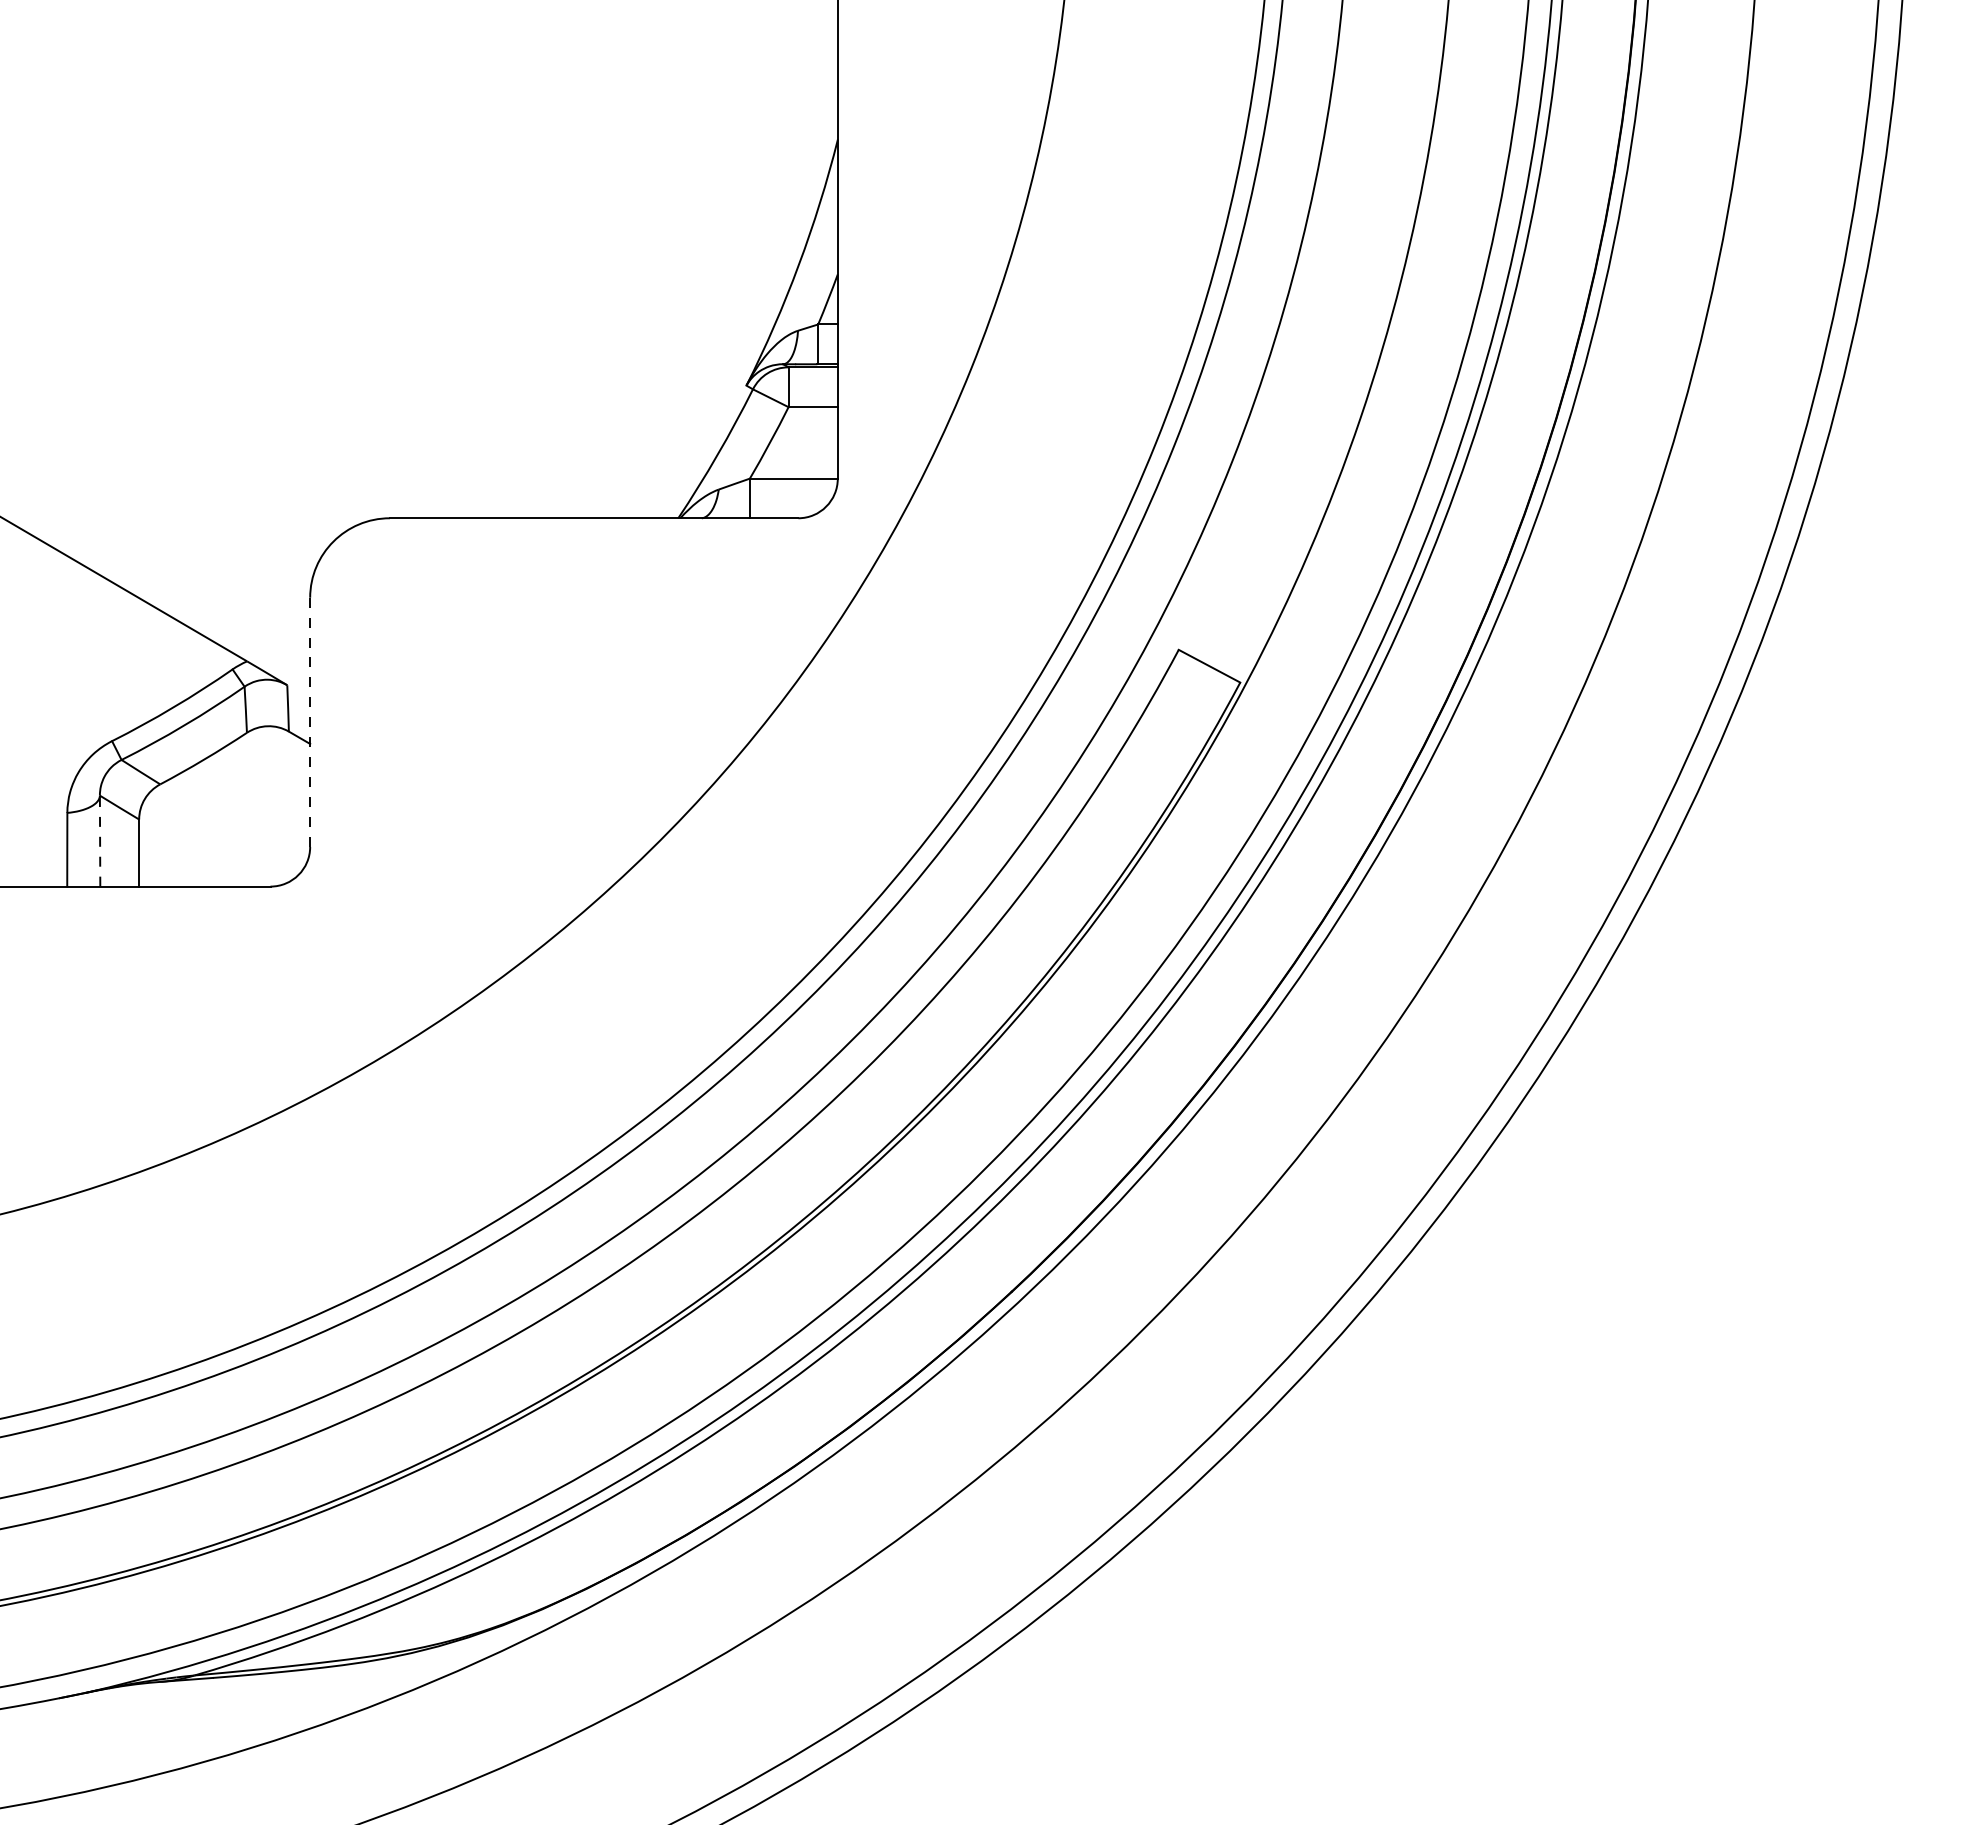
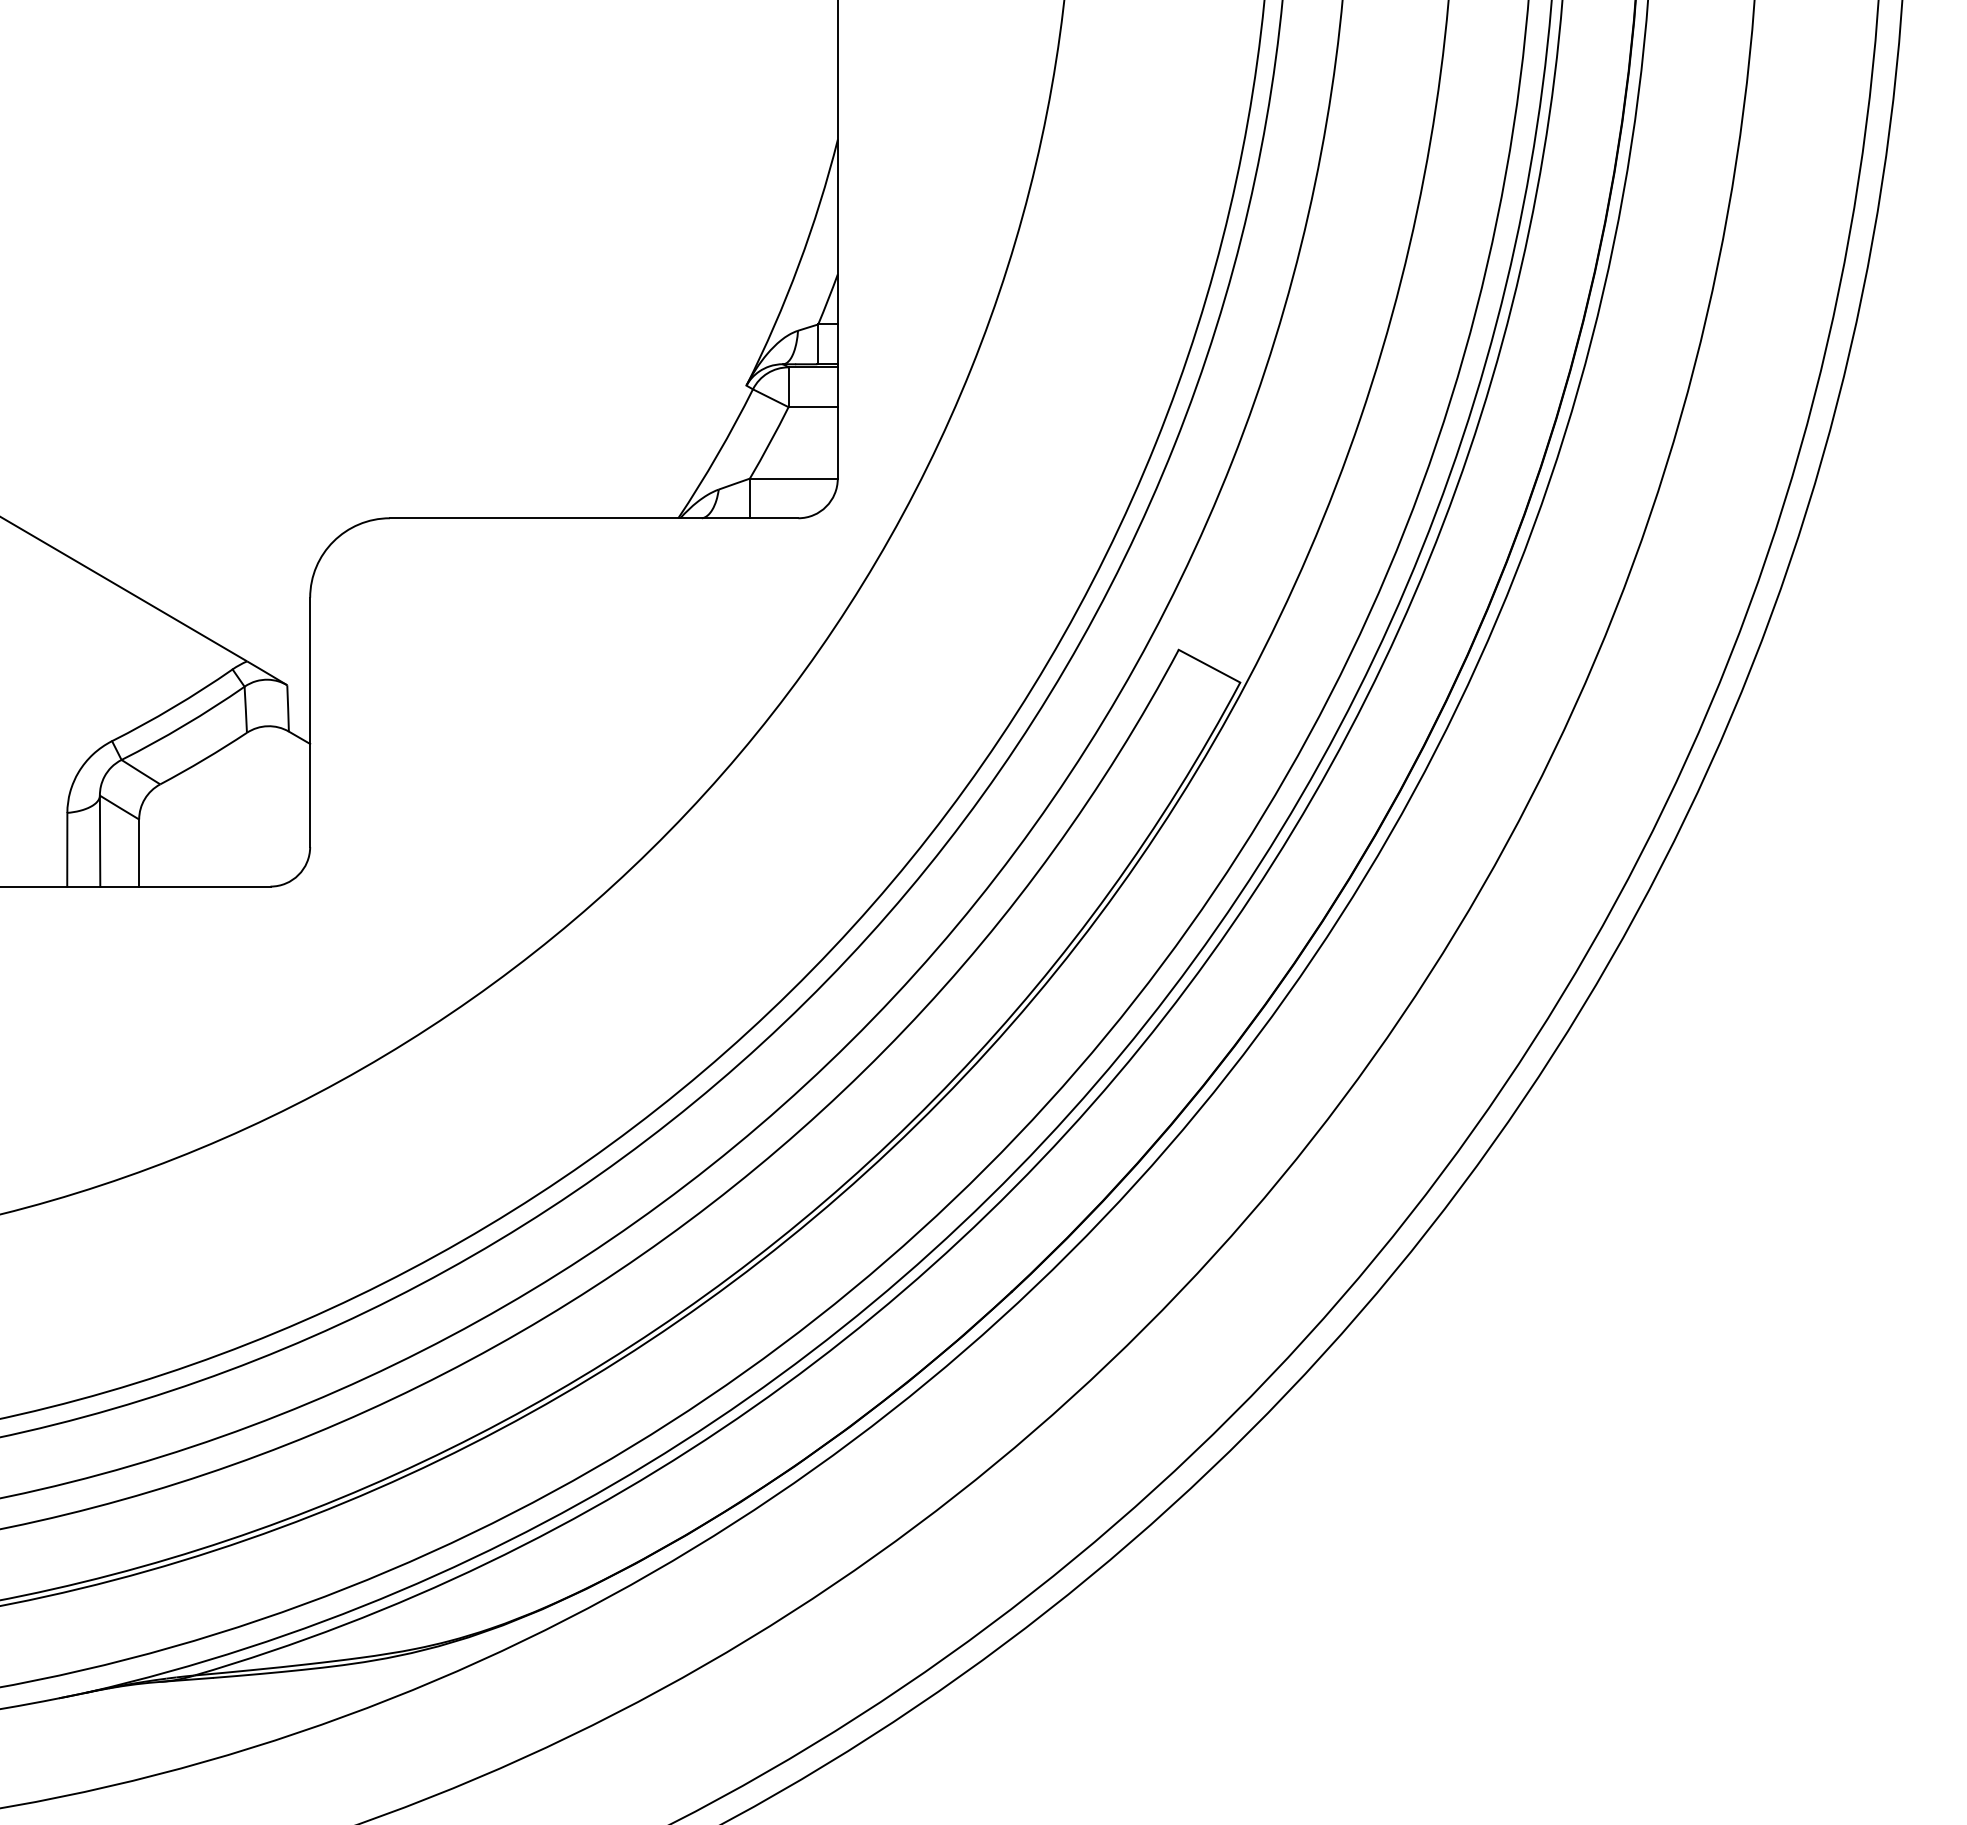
line at (310, 722): dashed -> solid
line at (100, 840): dashed -> solid
